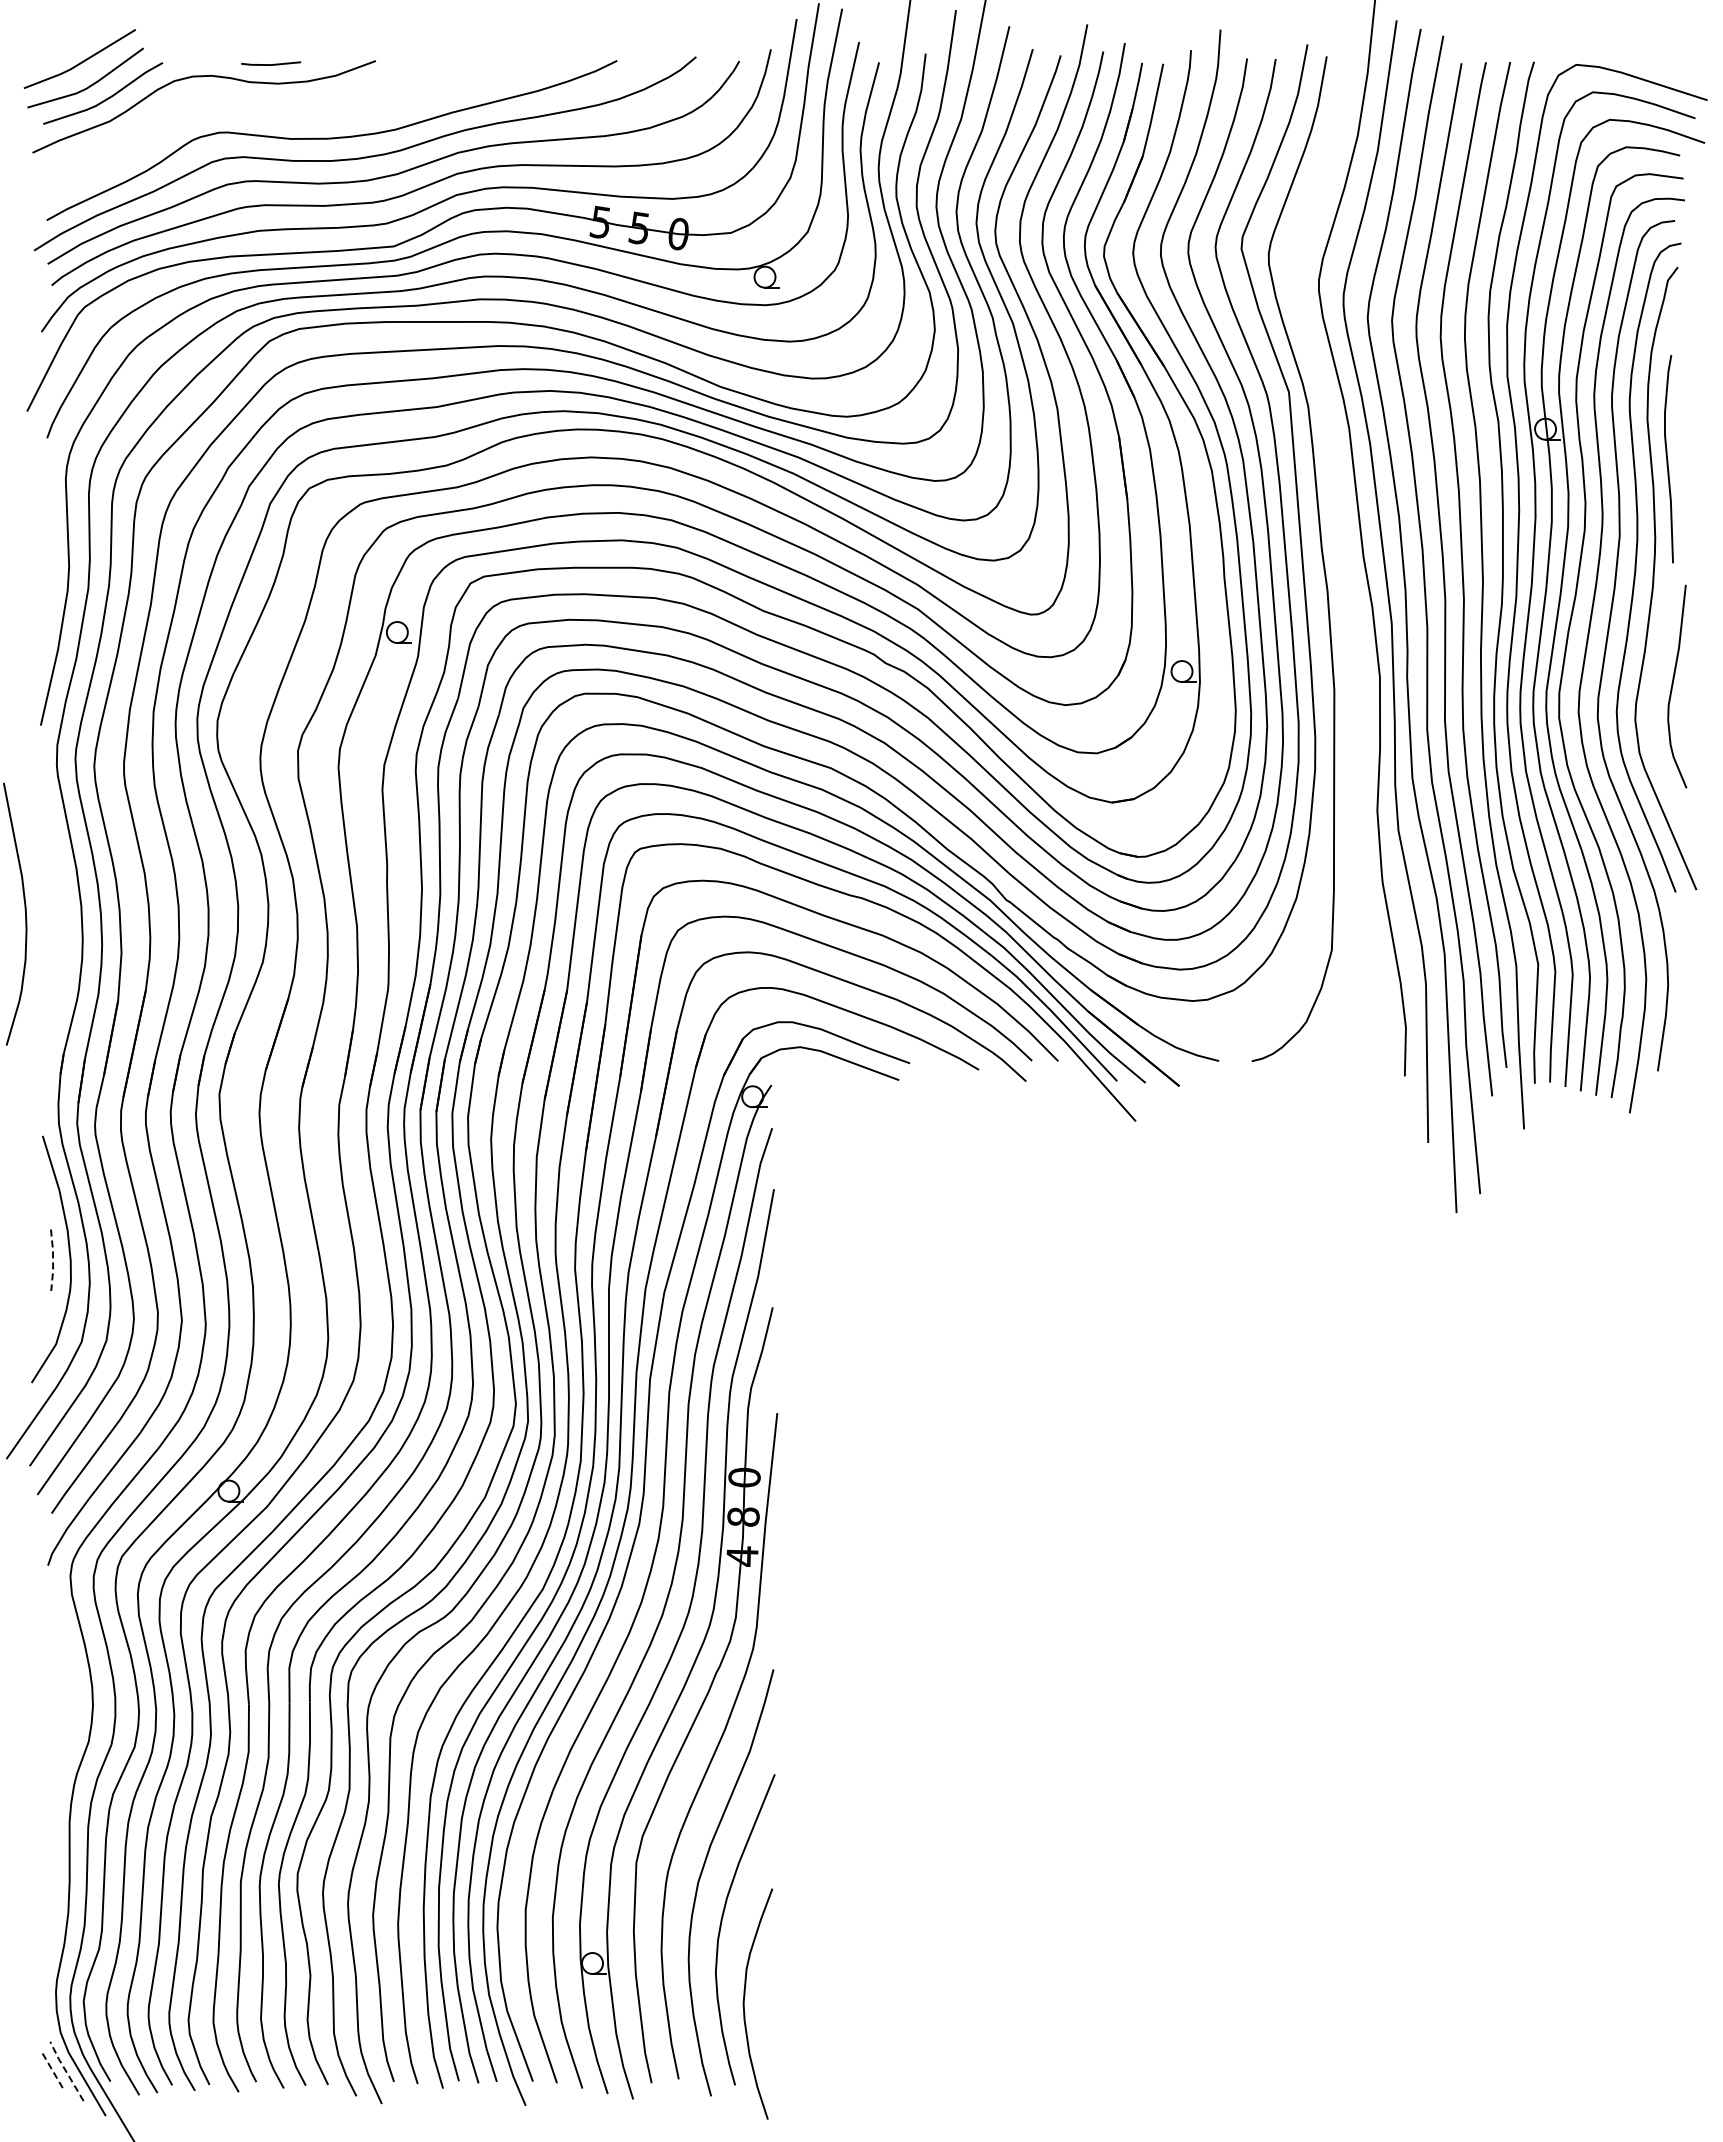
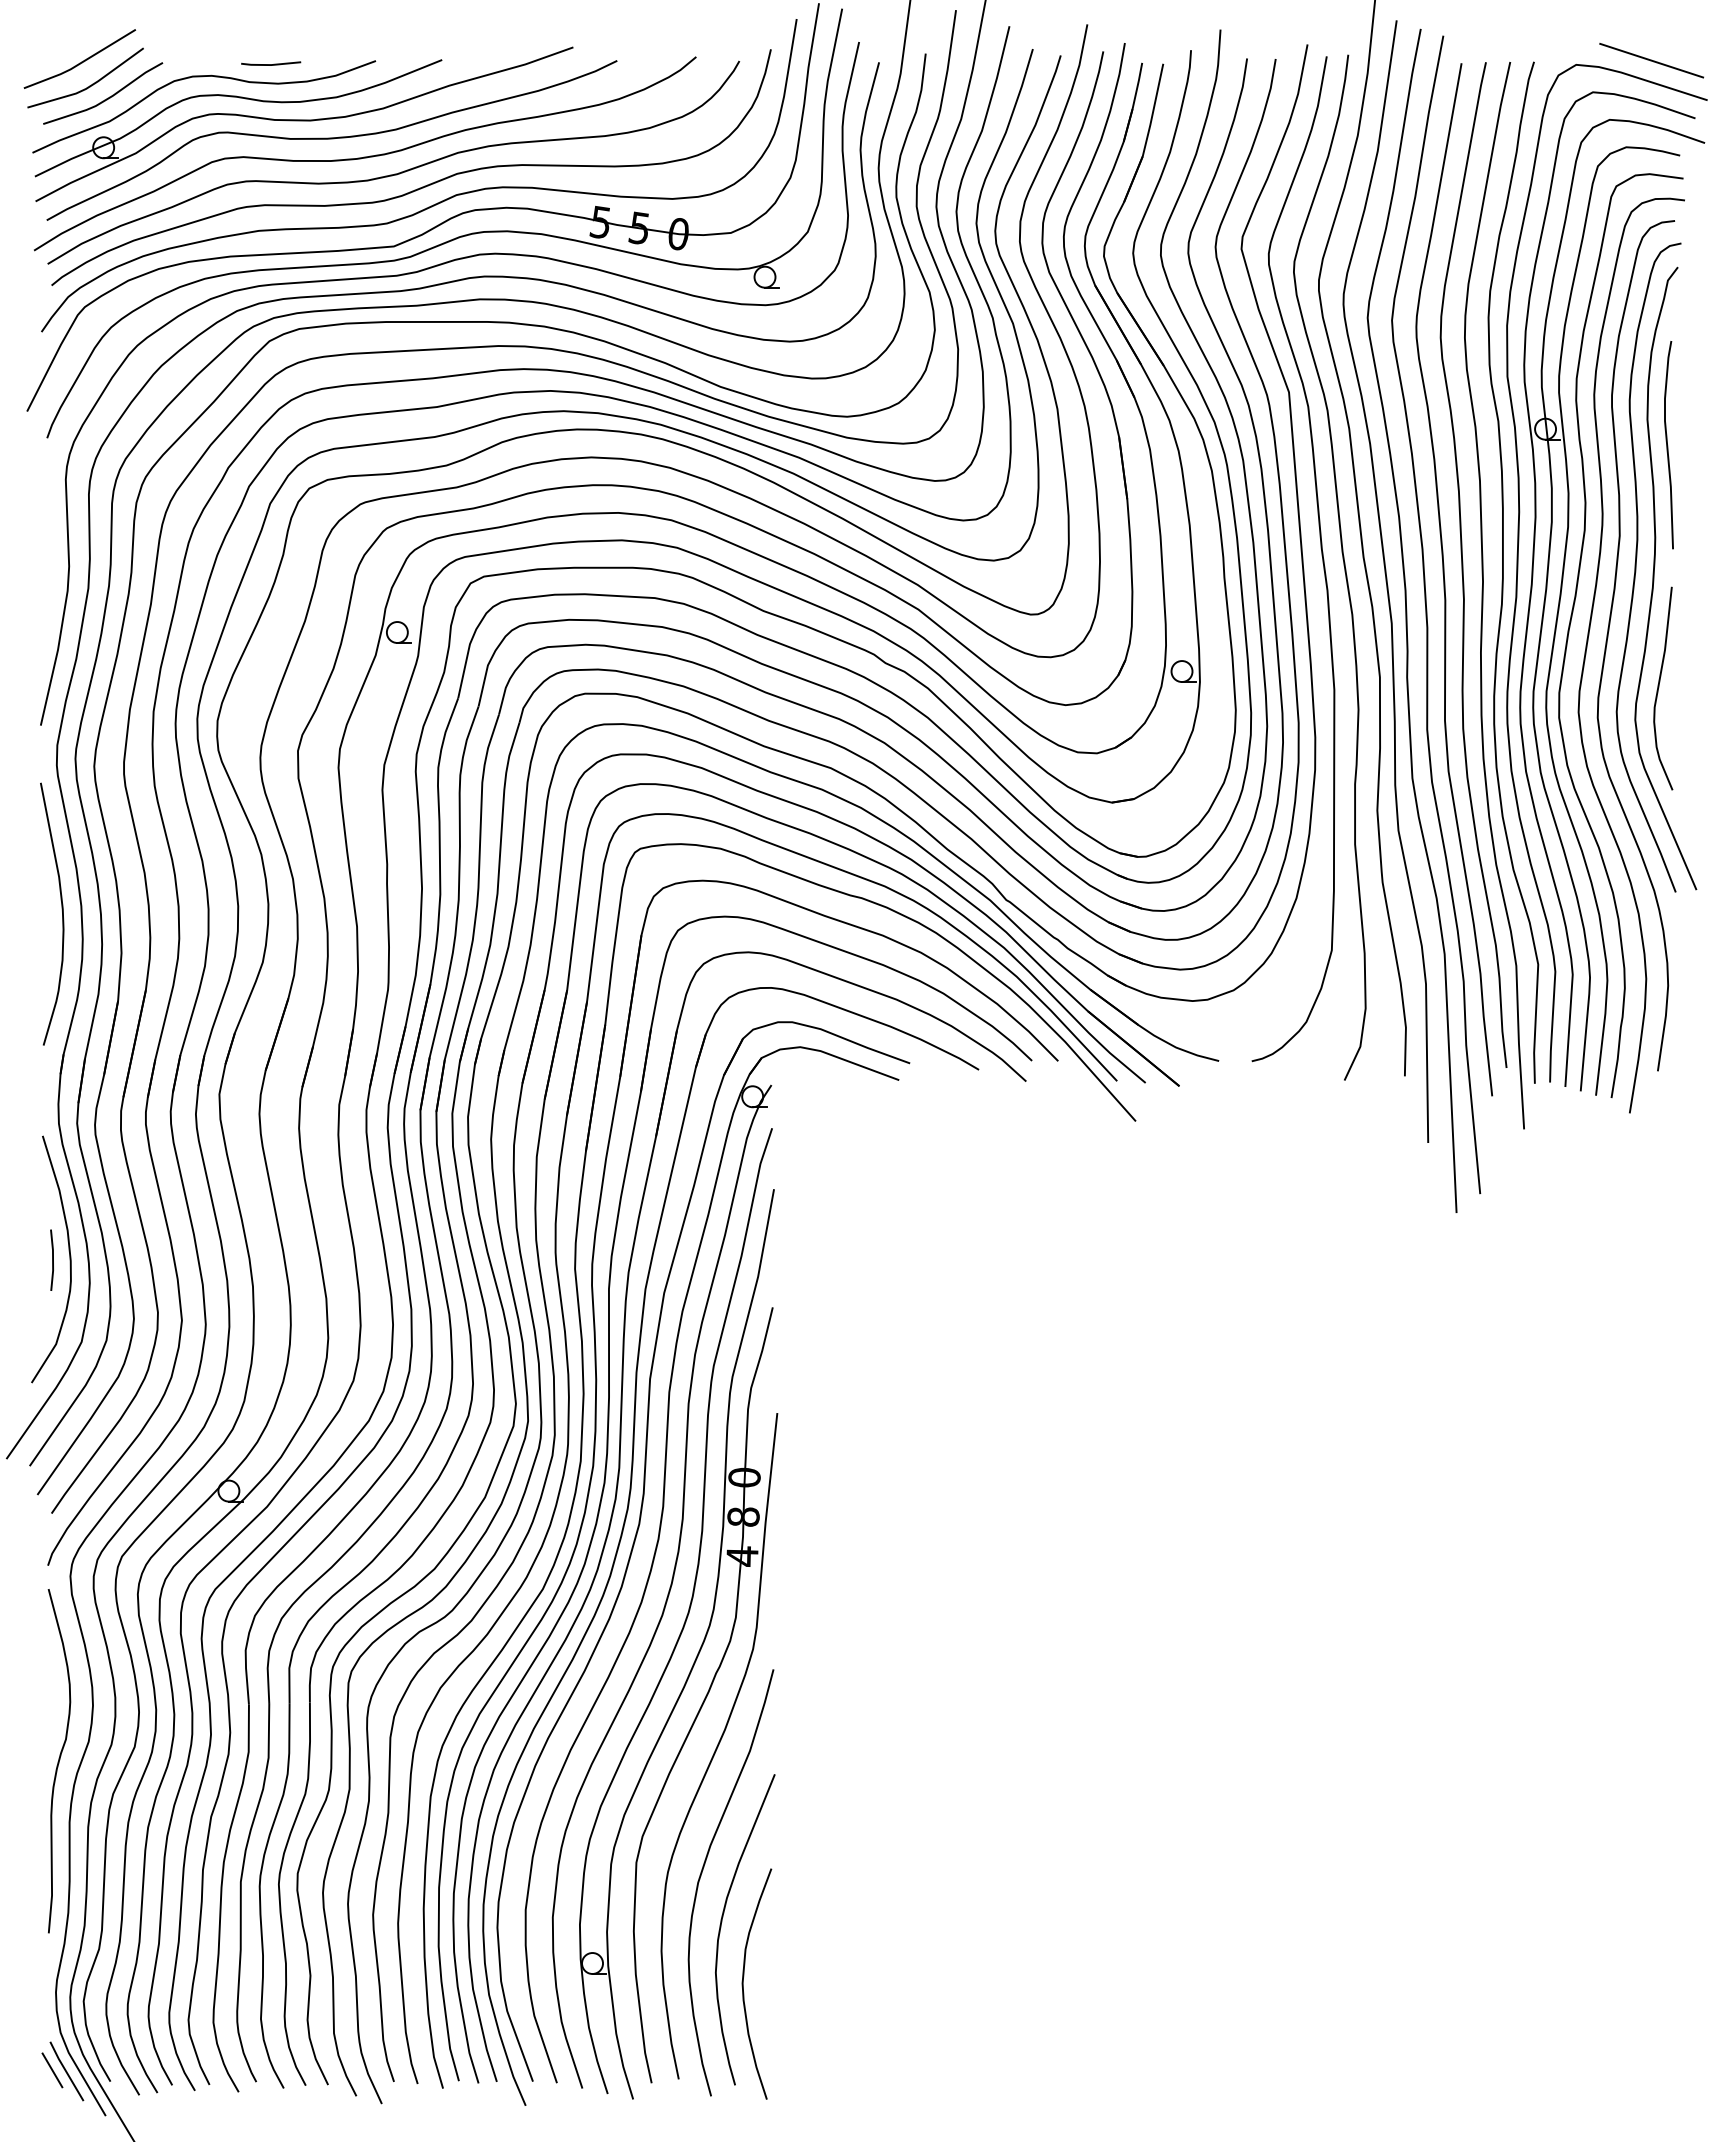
line at (1651, 60): none -> present
part at (303, 123): none -> present
curve at (1668, 459) position: (1668, 459) -> (1668, 445)
curve at (1343, 565): none -> present
curve at (1673, 685) position: (1673, 685) -> (1659, 687)
curve at (24, 909) position: (24, 909) -> (61, 909)
line at (53, 1260): dashed -> solid
curve at (59, 1761): none -> present
curve at (744, 2003) position: (744, 2003) -> (743, 1983)
line at (52, 2069): dashed -> solid
line at (65, 2070): dashed -> solid
